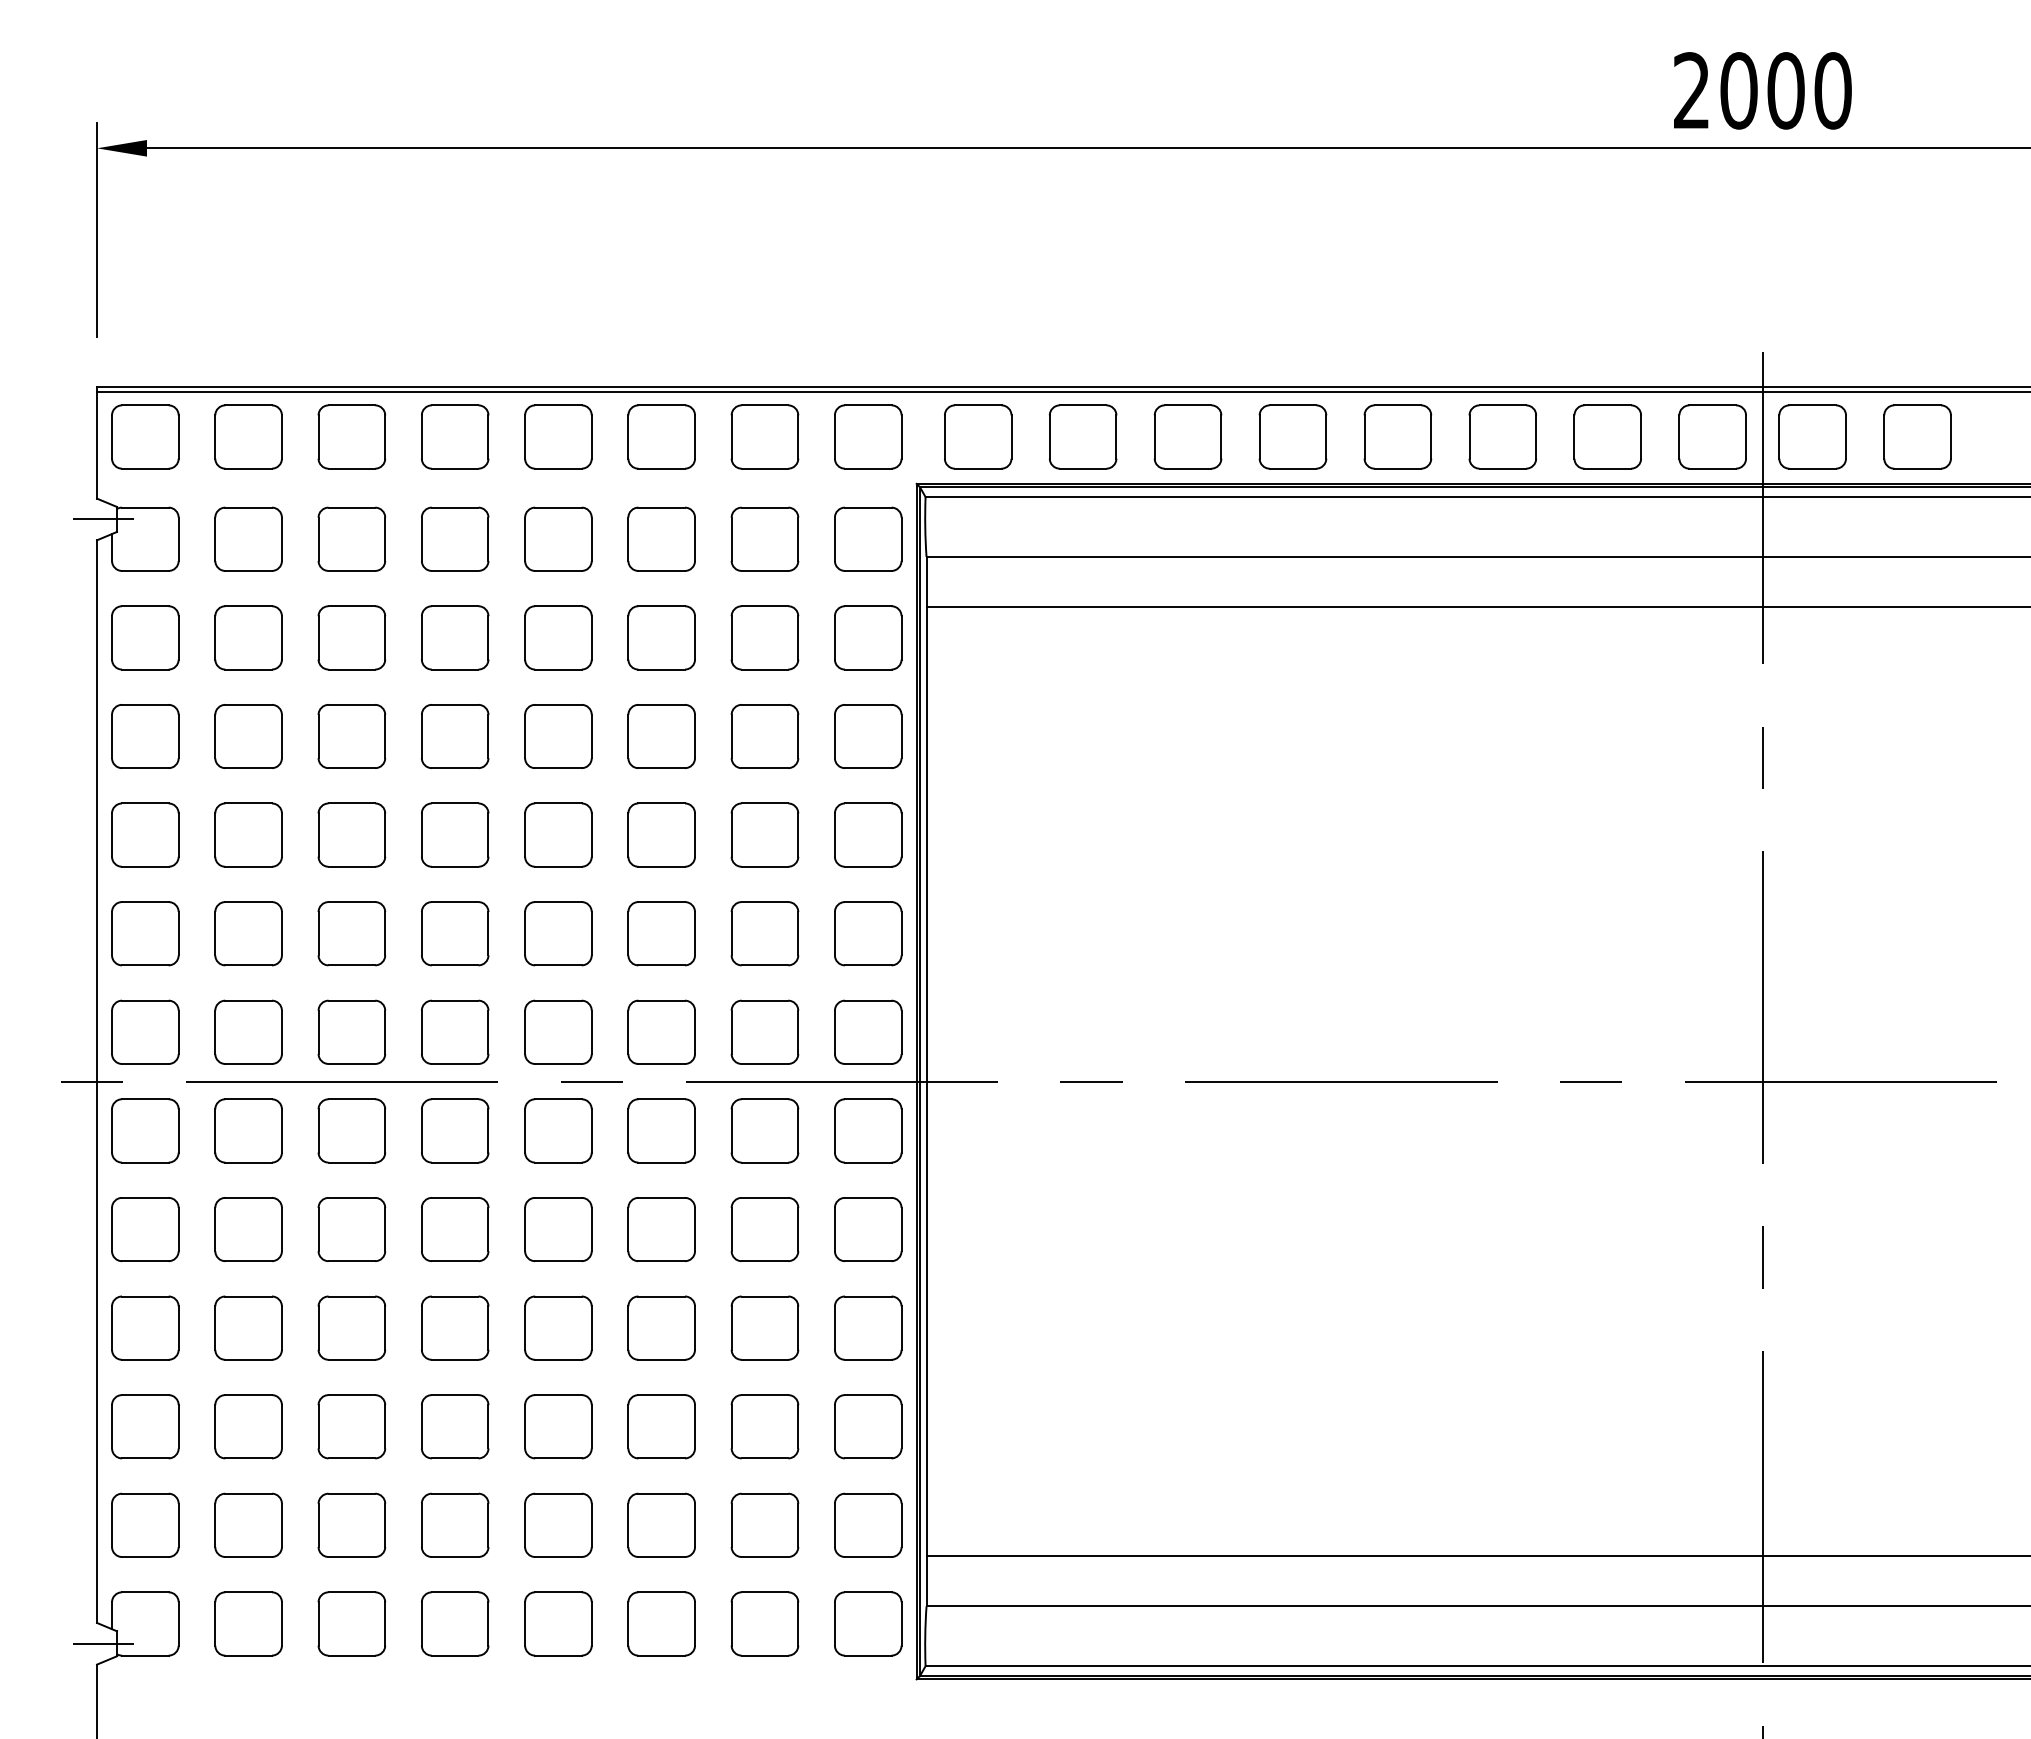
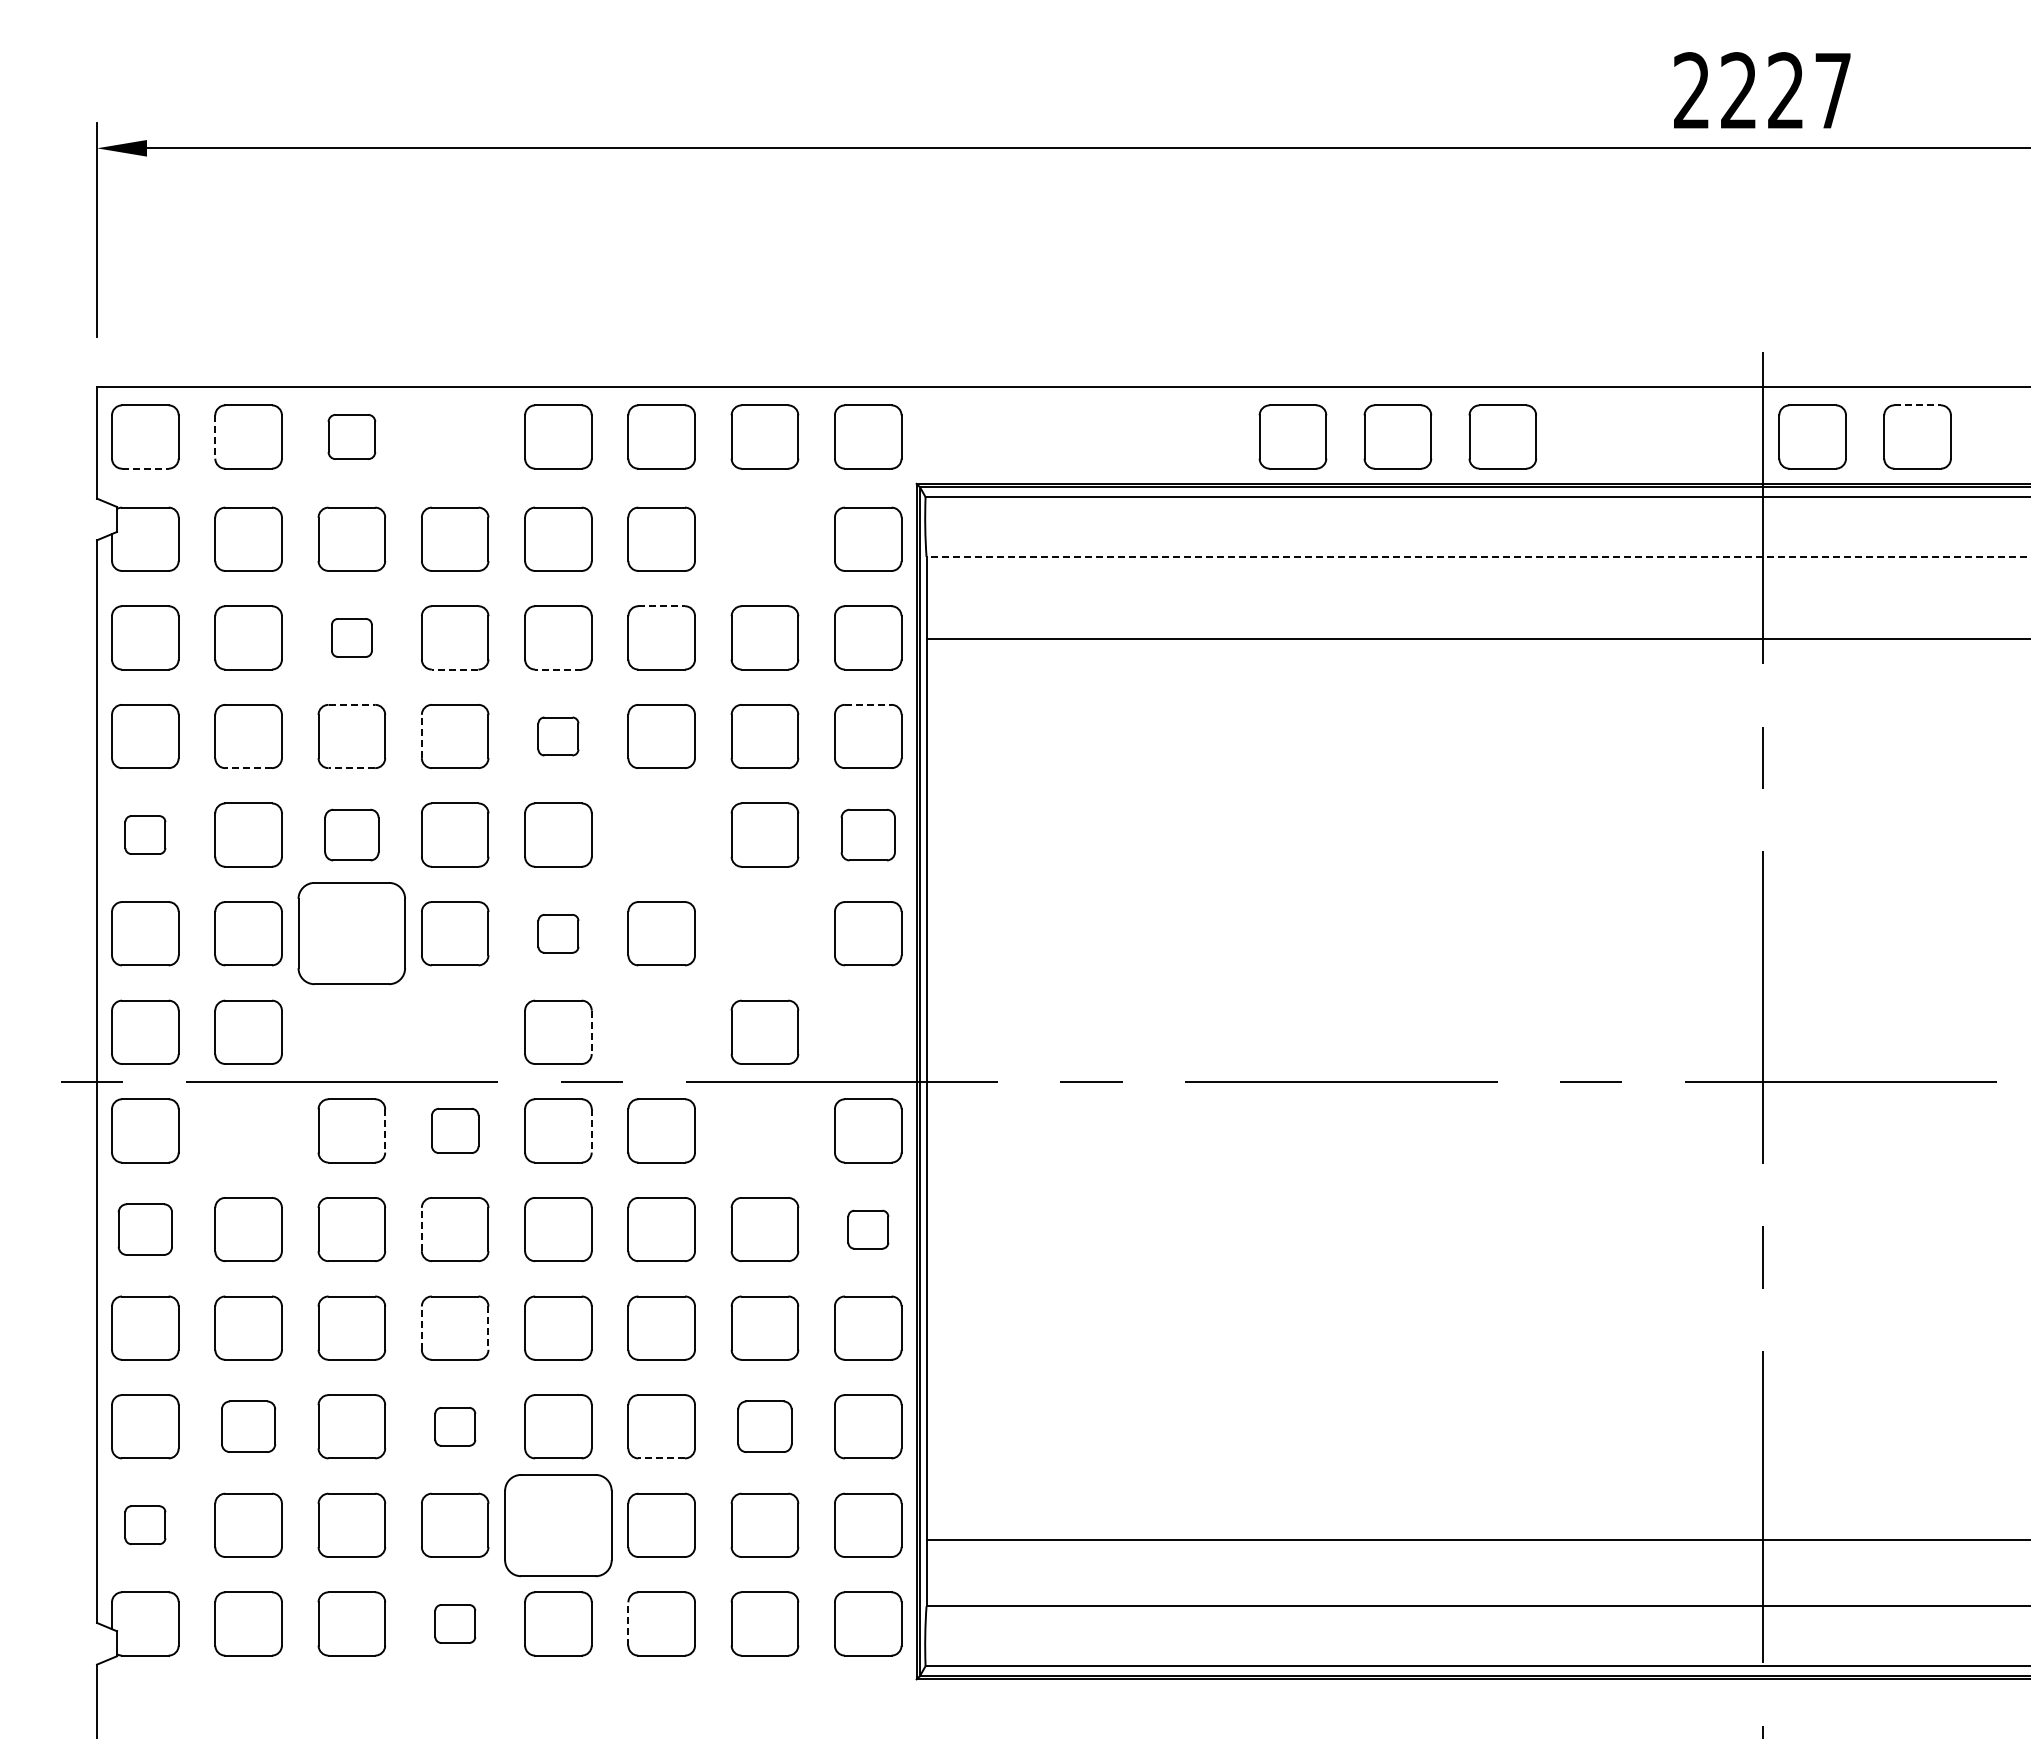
text at (1785, 90): 2000 -> 2227
line at (1062, 392): present -> none
line at (1918, 405): solid -> dashed
part at (351, 436) size: 70x66 px -> 50x46 px
part at (455, 436): present -> none
part at (978, 436): present -> none
part at (1082, 436): present -> none
part at (1187, 436): present -> none
part at (1607, 436): present -> none
part at (1712, 436): present -> none
line at (215, 437): solid -> dashed
line at (145, 468): solid -> dashed
line at (103, 519): present -> none
part at (764, 538): present -> none
line at (1478, 556): solid -> dashed
line at (662, 606): solid -> dashed
line at (1476, 606) position: (1476, 606) -> (1476, 638)
part at (351, 637) size: 70x66 px -> 42x40 px
line at (454, 669): solid -> dashed
line at (557, 669): solid -> dashed
line at (352, 704): solid -> dashed
line at (868, 704): solid -> dashed
line at (421, 736): solid -> dashed
part at (558, 736) size: 69x65 px -> 43x41 px
line at (248, 768): solid -> dashed
line at (351, 768): solid -> dashed
part at (145, 834) size: 69x66 px -> 43x40 px
part at (351, 834) size: 70x66 px -> 56x54 px
part at (661, 834): present -> none
part at (868, 834) size: 69x66 px -> 56x54 px
part at (351, 933) size: 70x66 px -> 109x103 px
part at (558, 933) size: 69x66 px -> 43x40 px
part at (764, 933): present -> none
part at (351, 1031): present -> none
part at (455, 1031): present -> none
part at (661, 1031): present -> none
part at (868, 1031): present -> none
line at (591, 1032): solid -> dashed
part at (248, 1130): present -> none
line at (385, 1130): solid -> dashed
part at (455, 1130) size: 69x66 px -> 49x46 px
line at (591, 1130): solid -> dashed
part at (764, 1130): present -> none
part at (145, 1229) size: 69x66 px -> 56x53 px
line at (421, 1229): solid -> dashed
part at (868, 1229) size: 69x66 px -> 43x41 px
line at (421, 1328): solid -> dashed
line at (488, 1328): solid -> dashed
part at (248, 1426) size: 69x66 px -> 56x53 px
part at (455, 1426) size: 69x66 px -> 43x40 px
part at (764, 1426) size: 70x66 px -> 56x53 px
line at (661, 1458): solid -> dashed
part at (145, 1524) size: 69x66 px -> 43x40 px
part at (558, 1524) size: 69x66 px -> 109x104 px
line at (1476, 1556) position: (1476, 1556) -> (1476, 1540)
part at (455, 1623) size: 69x66 px -> 43x40 px
line at (628, 1623): solid -> dashed
line at (103, 1643): present -> none
